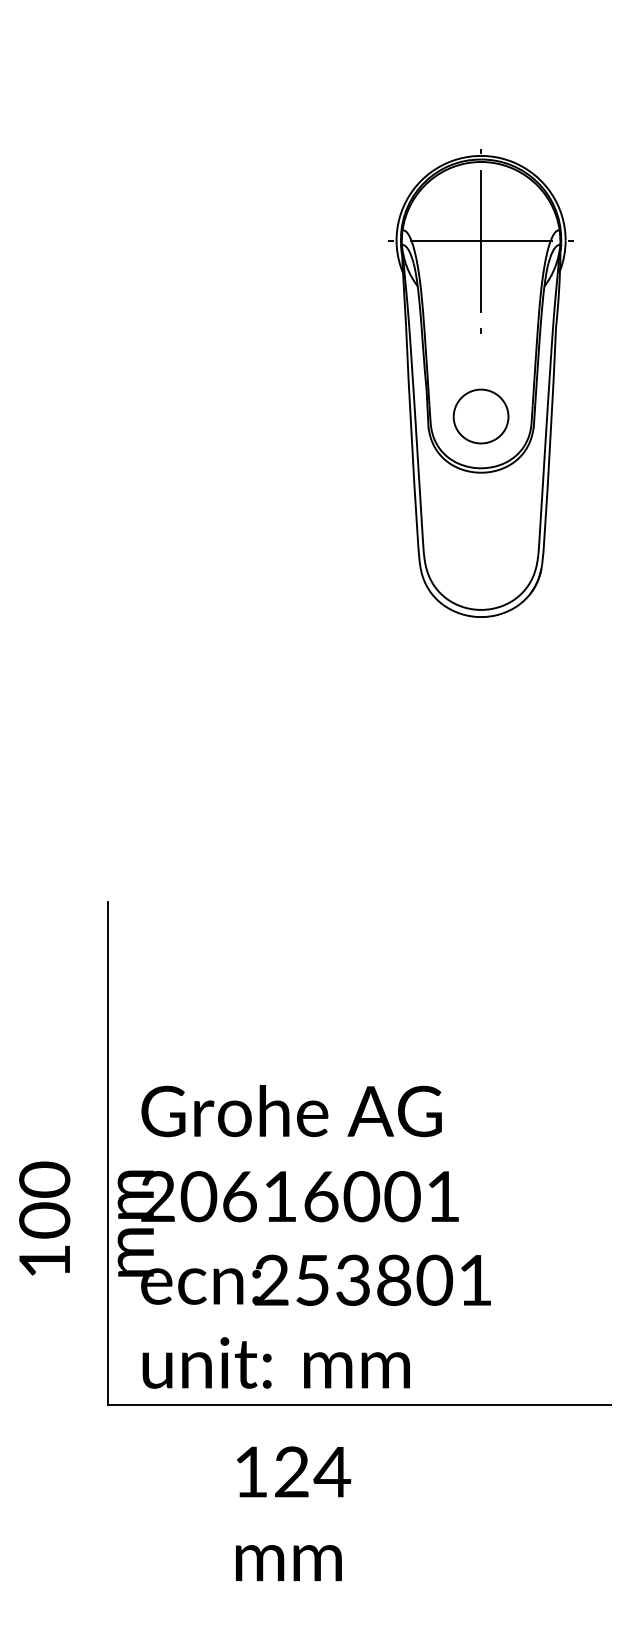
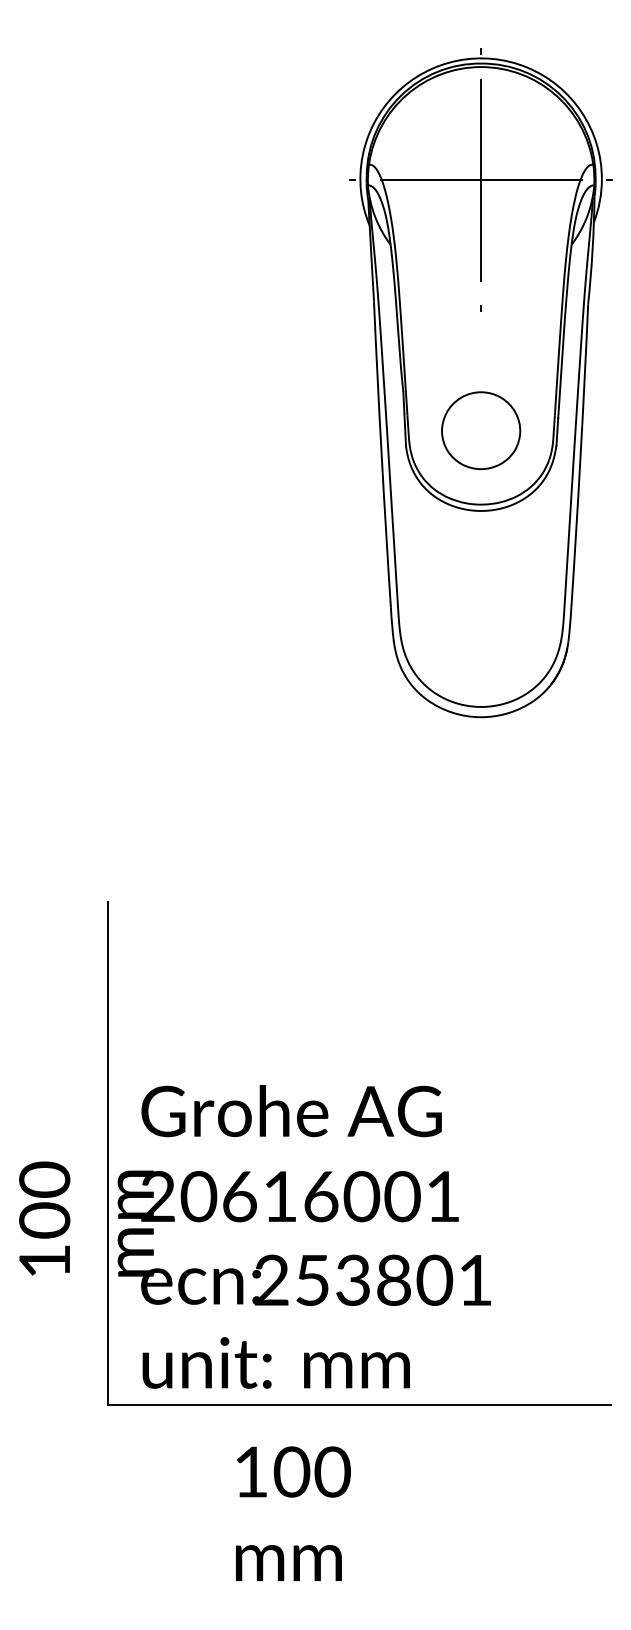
part at (480, 383) size: 186x469 px -> 264x671 px
text at (312, 1471): 124 -> 100
